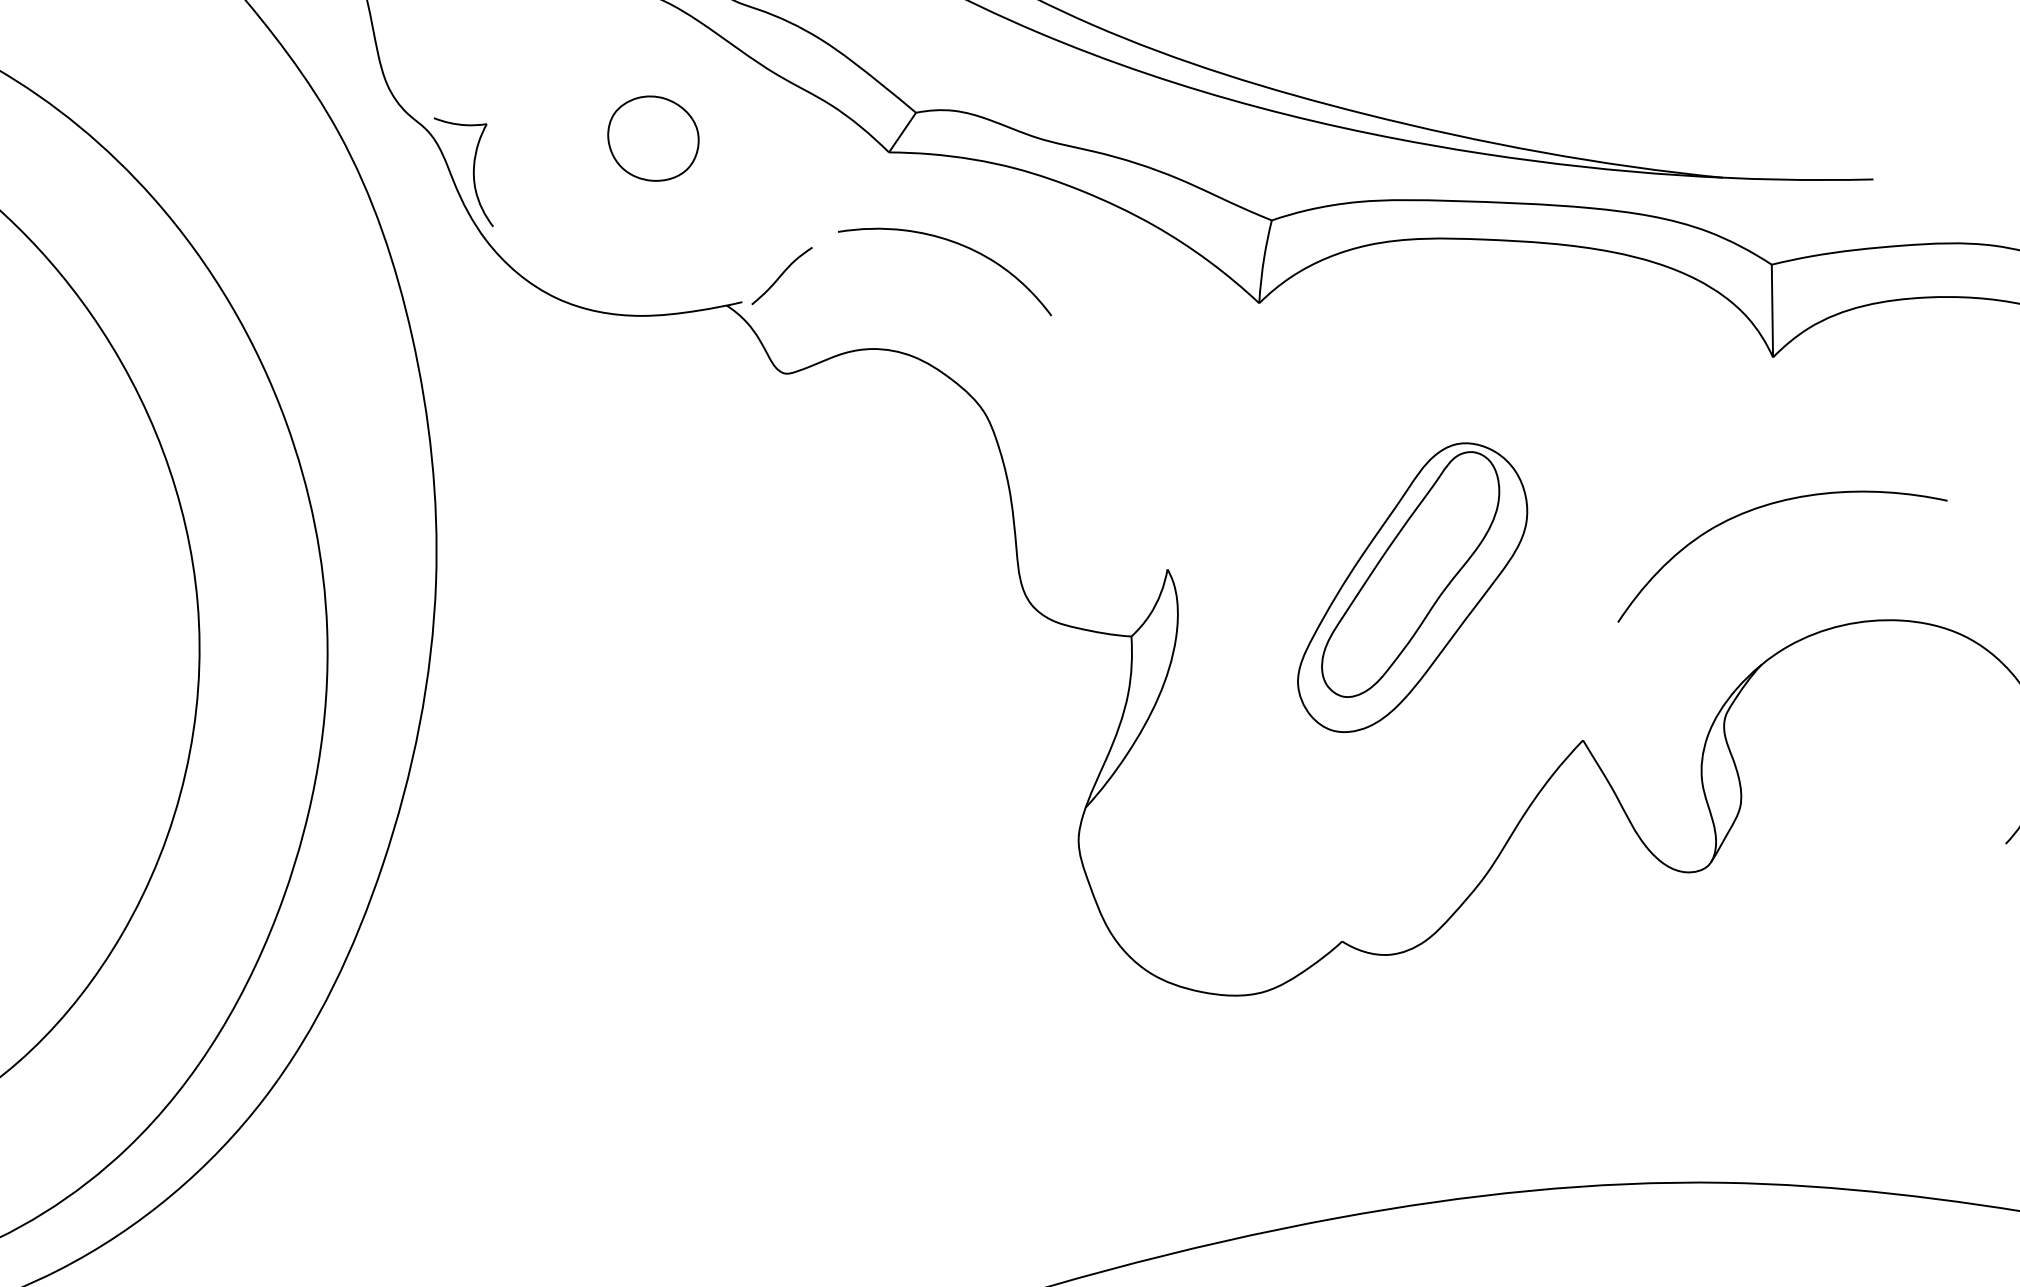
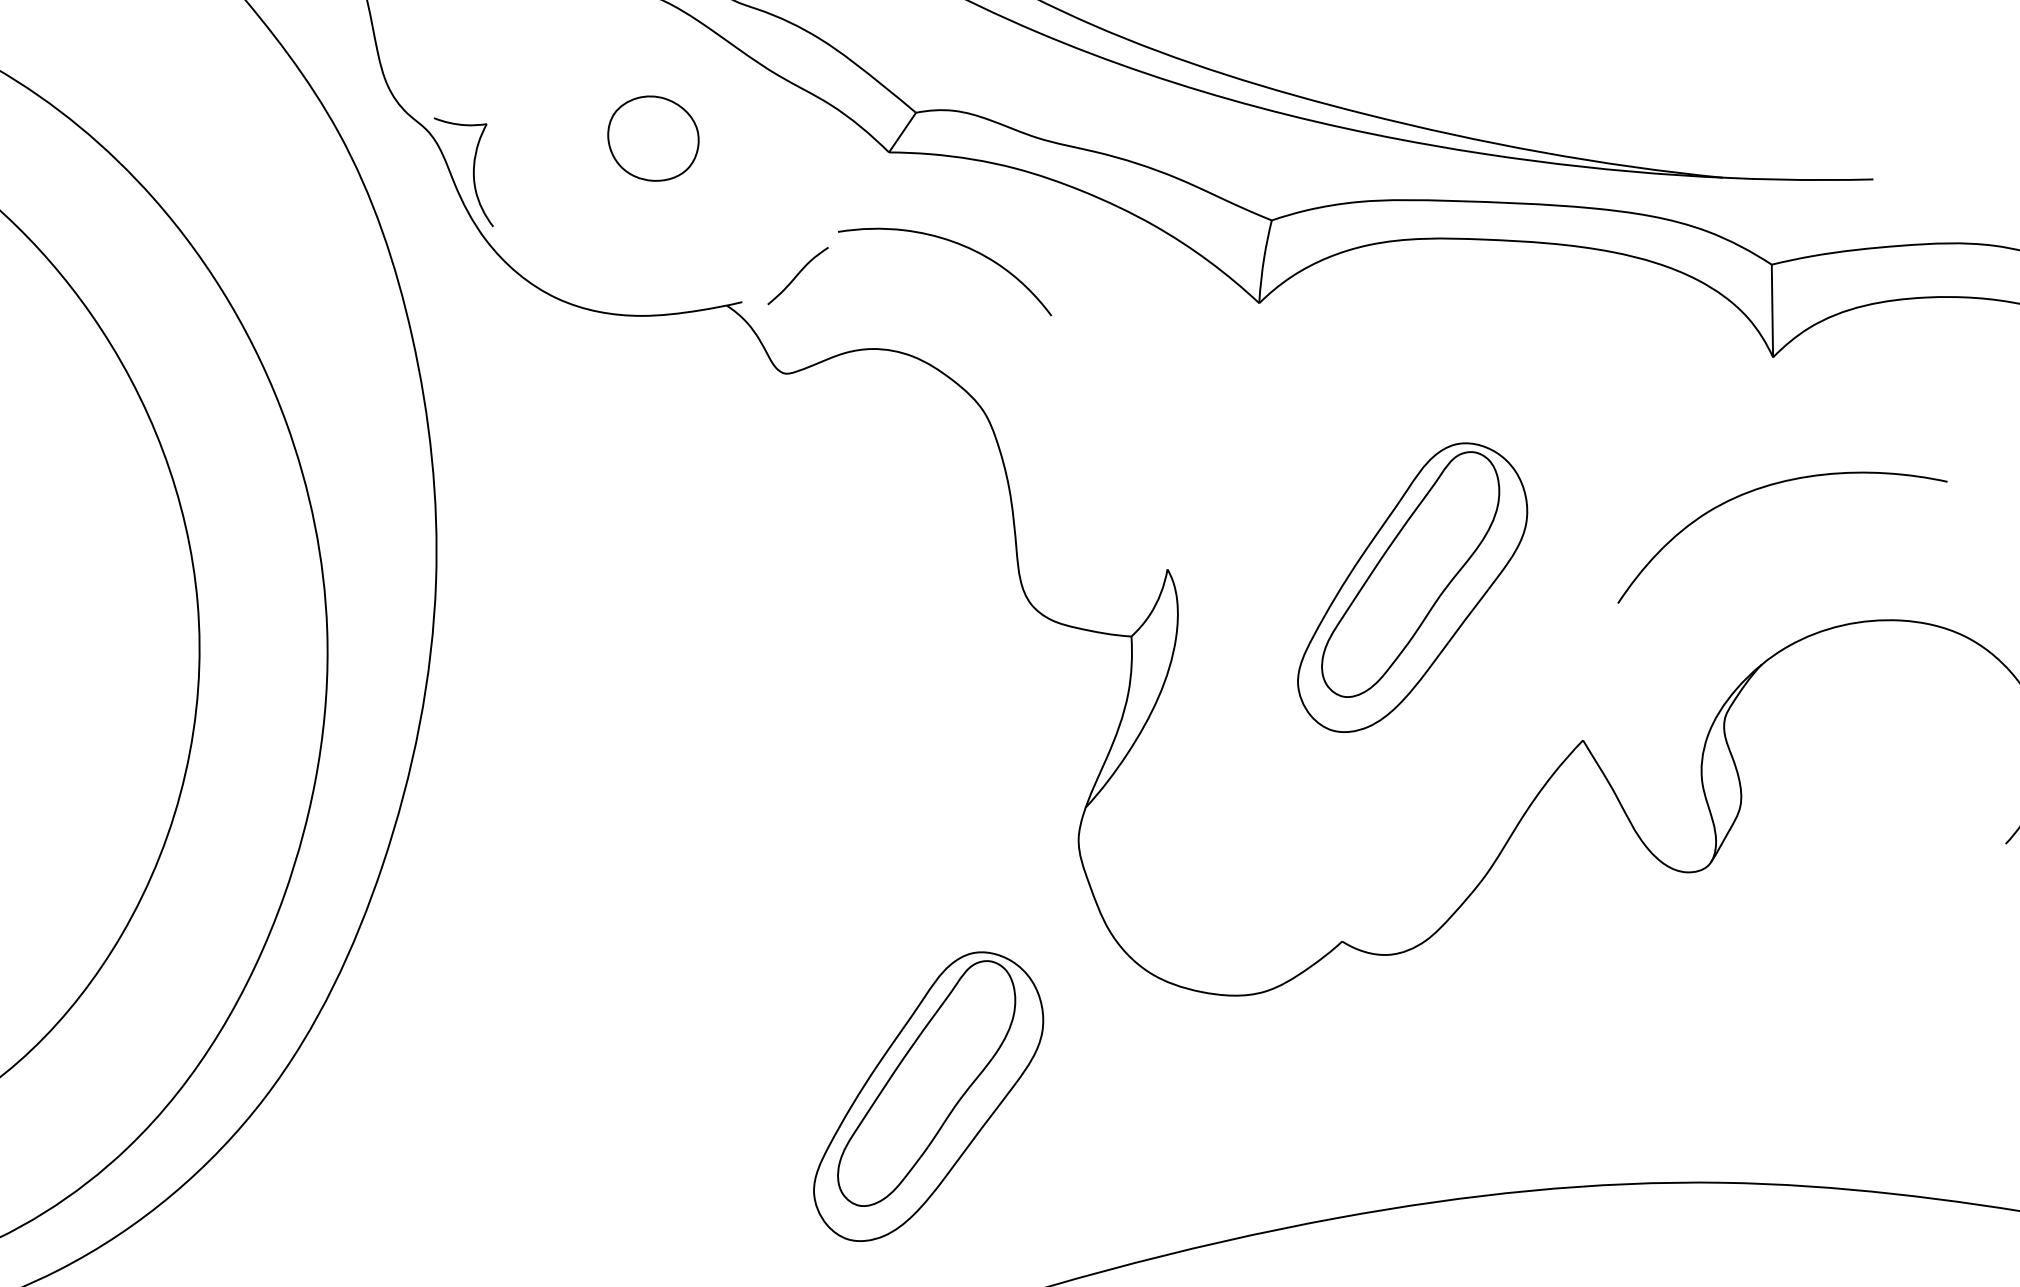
curve at (781, 276) position: (781, 276) -> (797, 276)
curve at (1766, 506) position: (1766, 506) -> (1766, 487)
part at (928, 1096): none -> present
